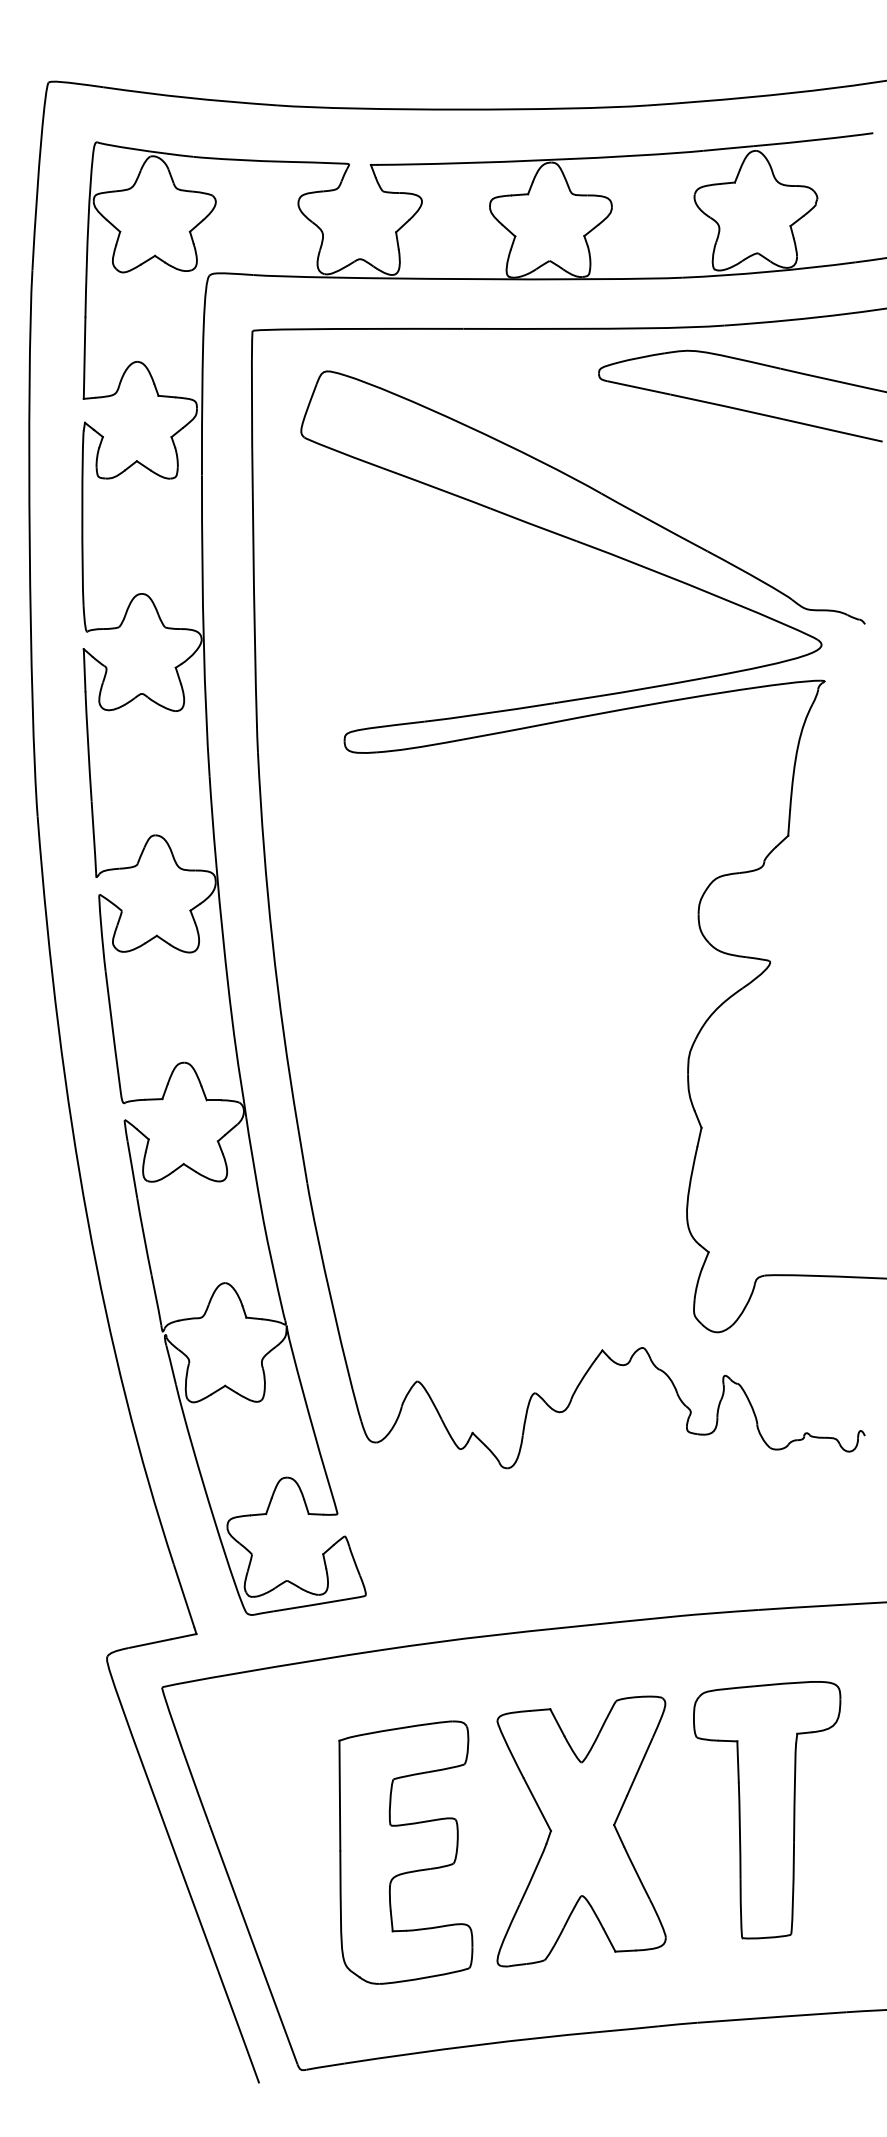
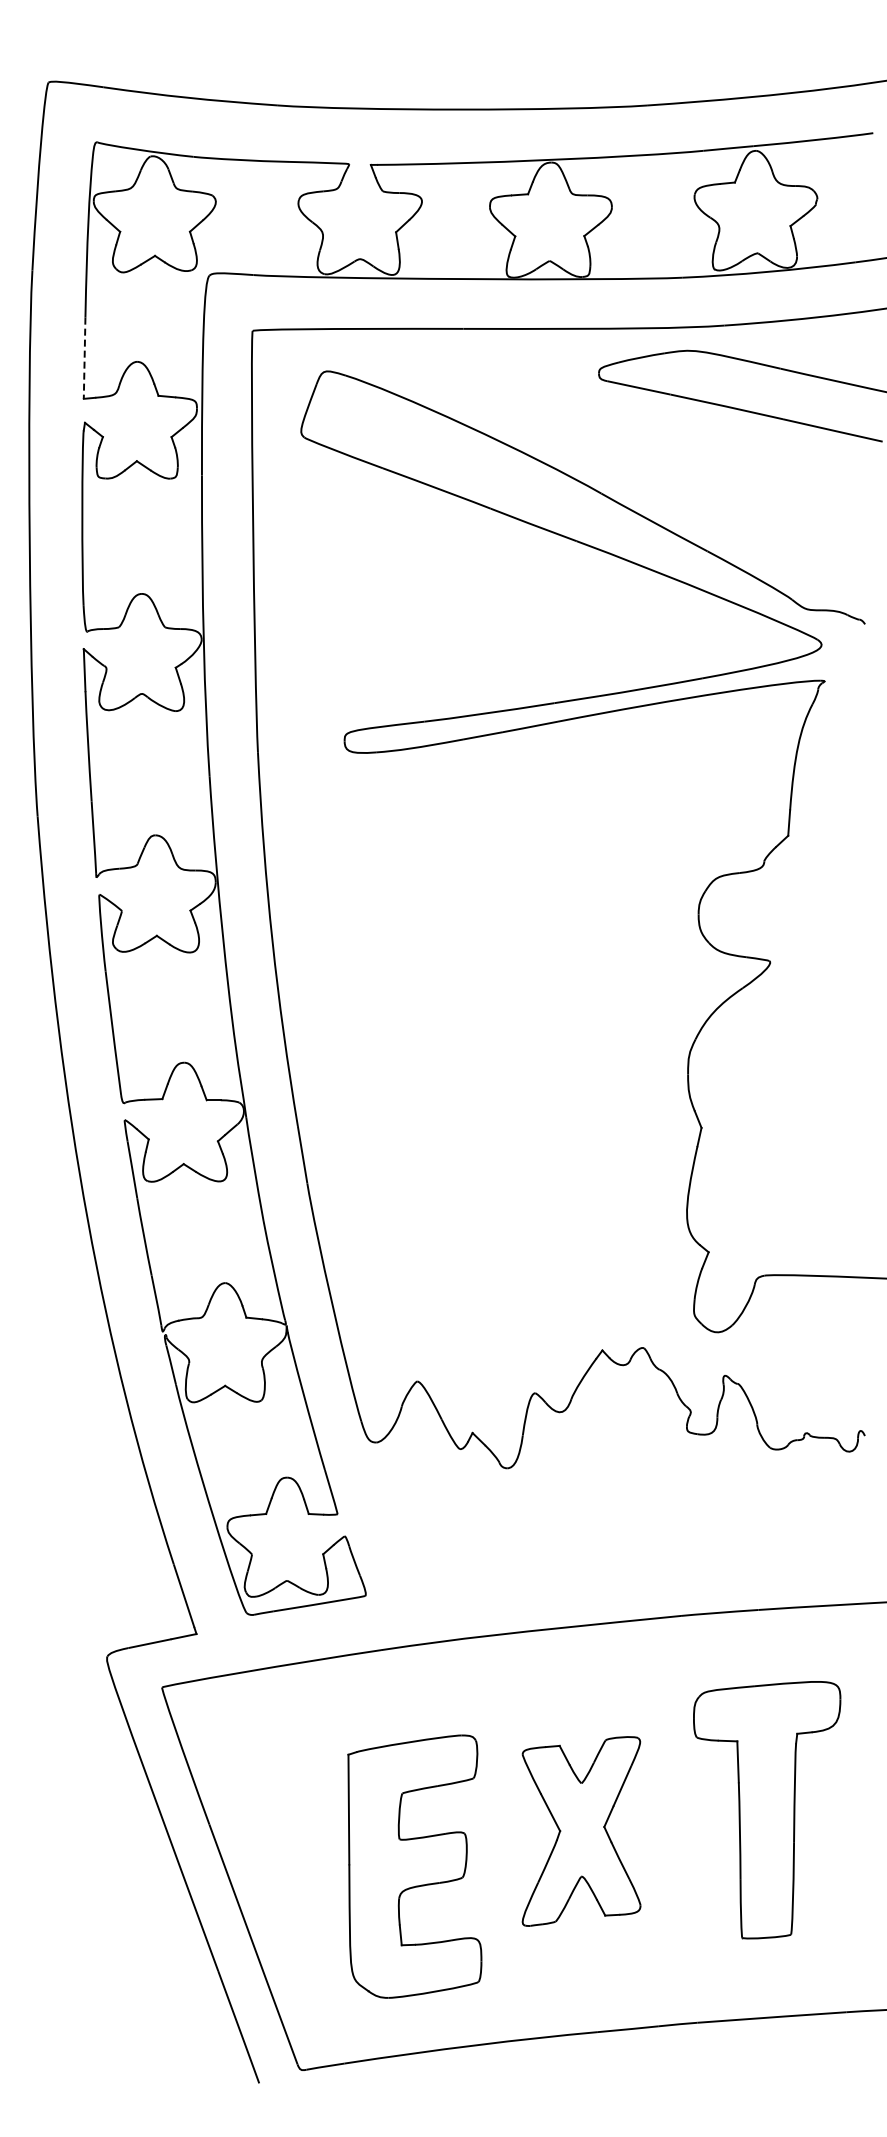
line at (84, 358): solid -> dashed
part at (581, 1831) size: 171x273 px -> 121x191 px
part at (405, 1852) position: (405, 1852) -> (414, 1866)
